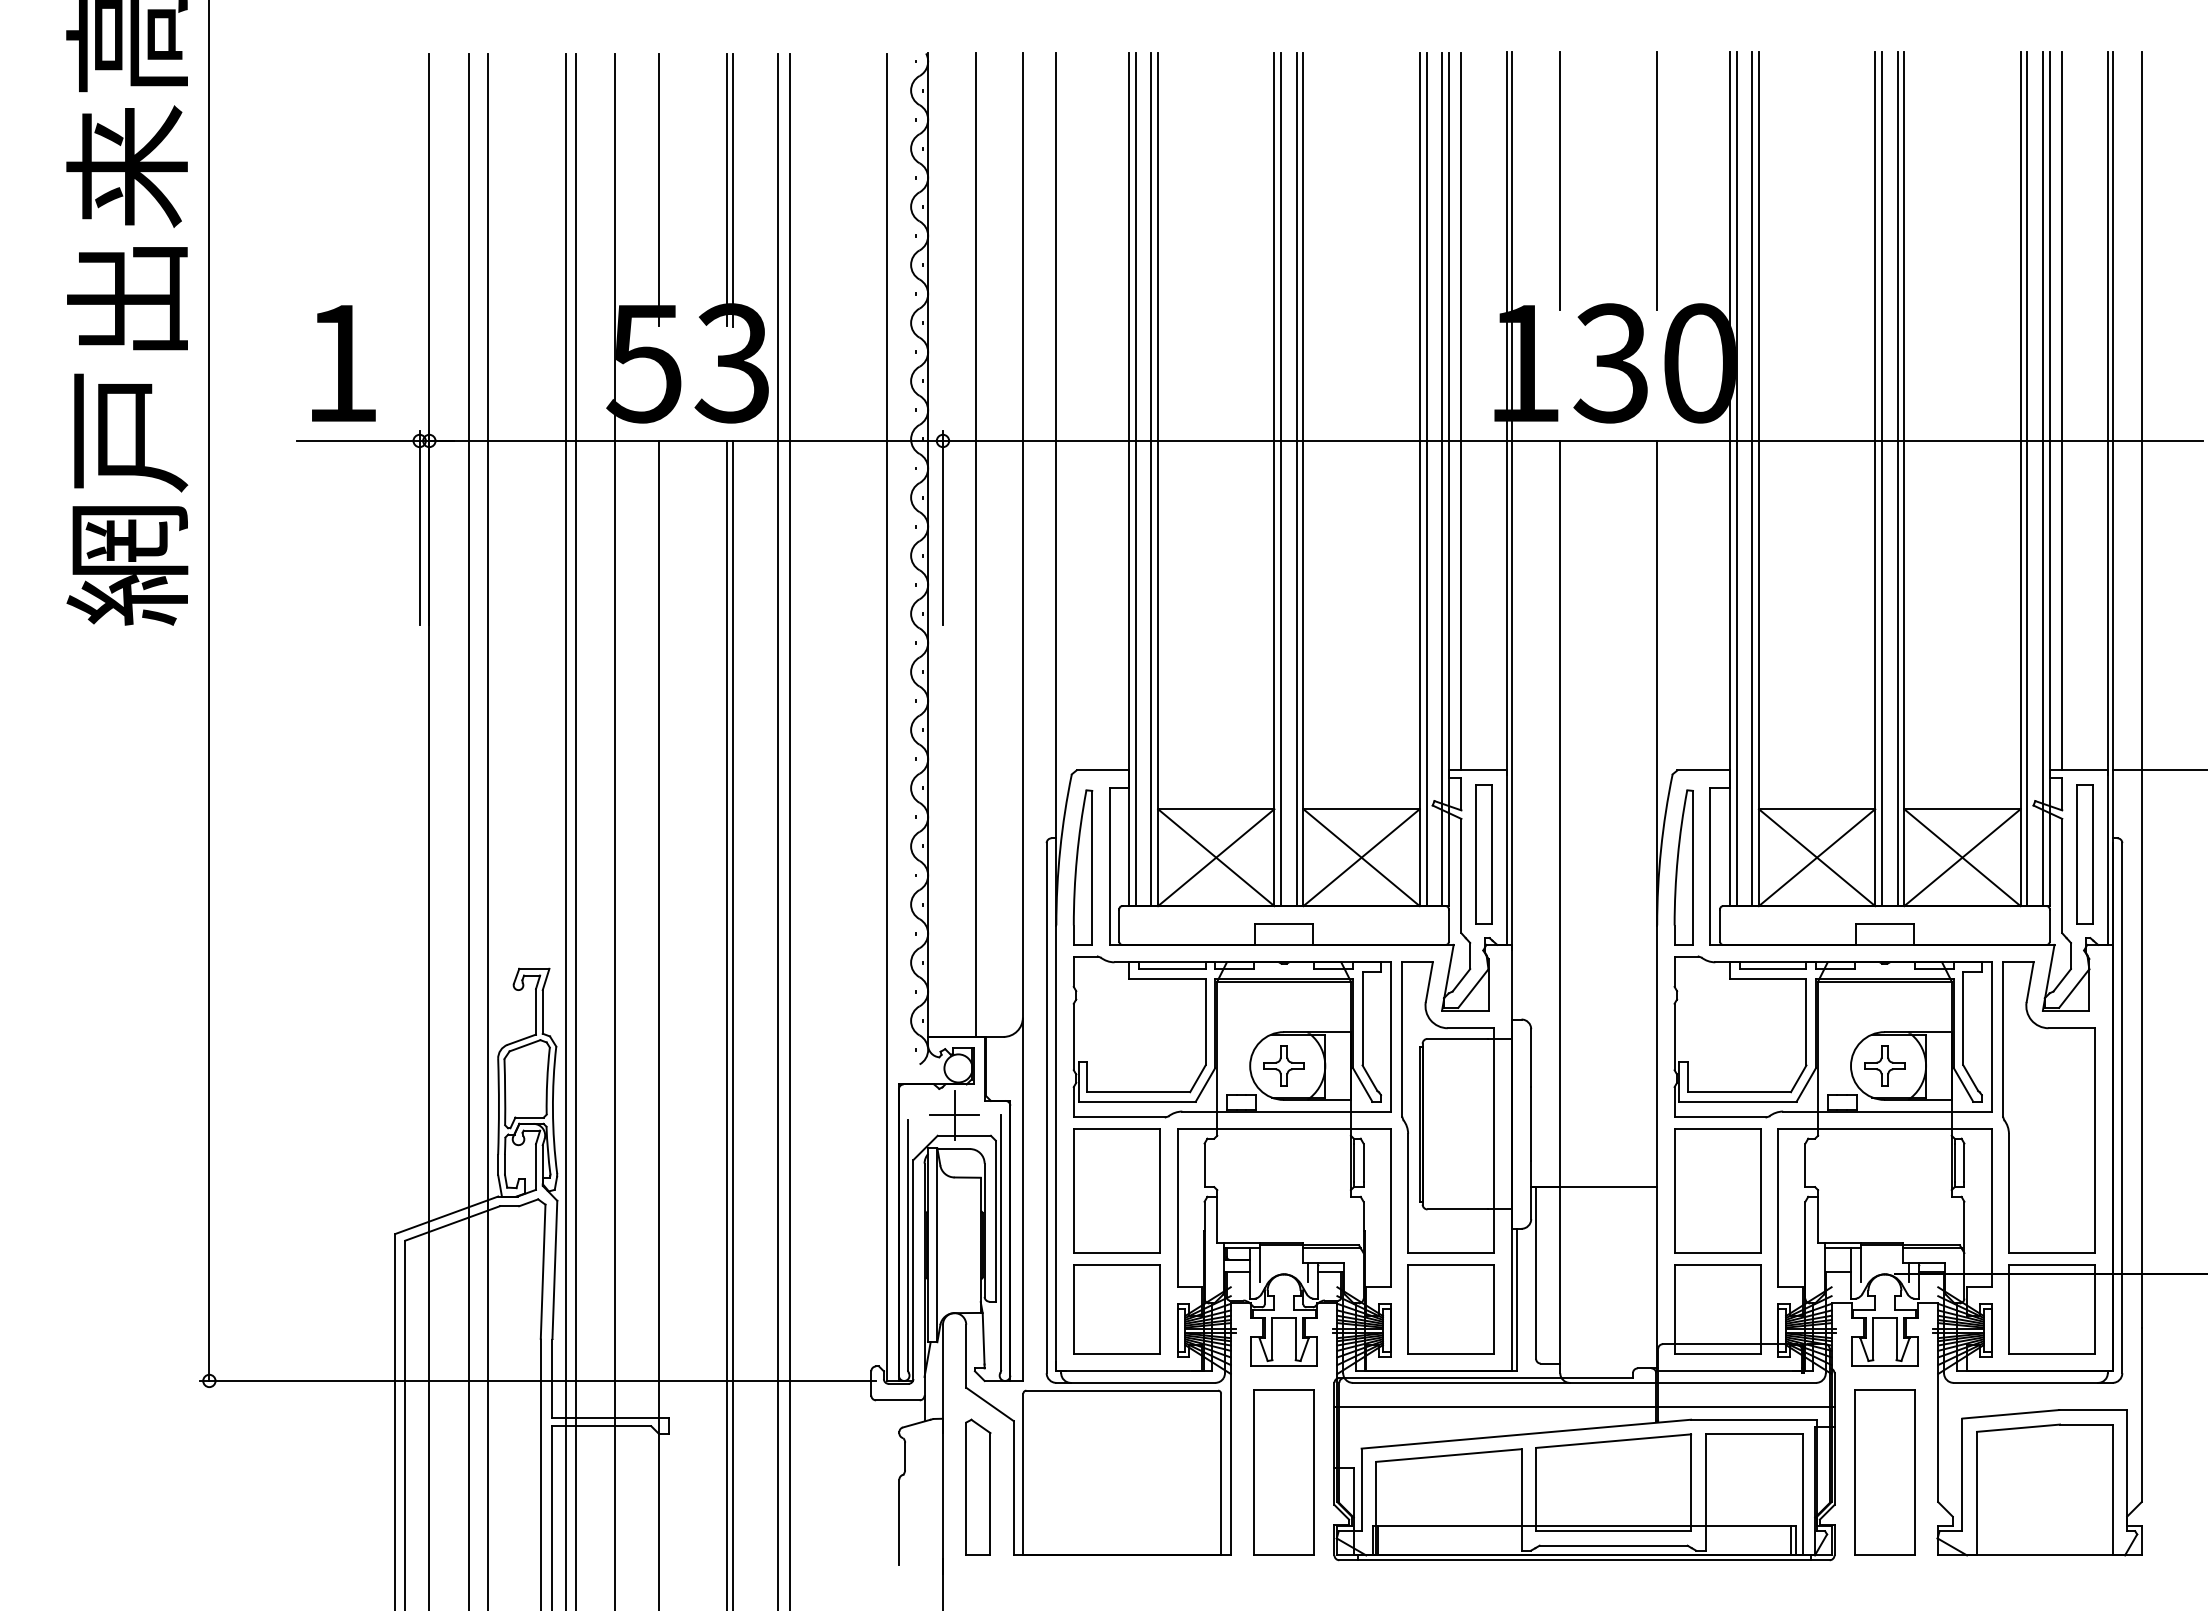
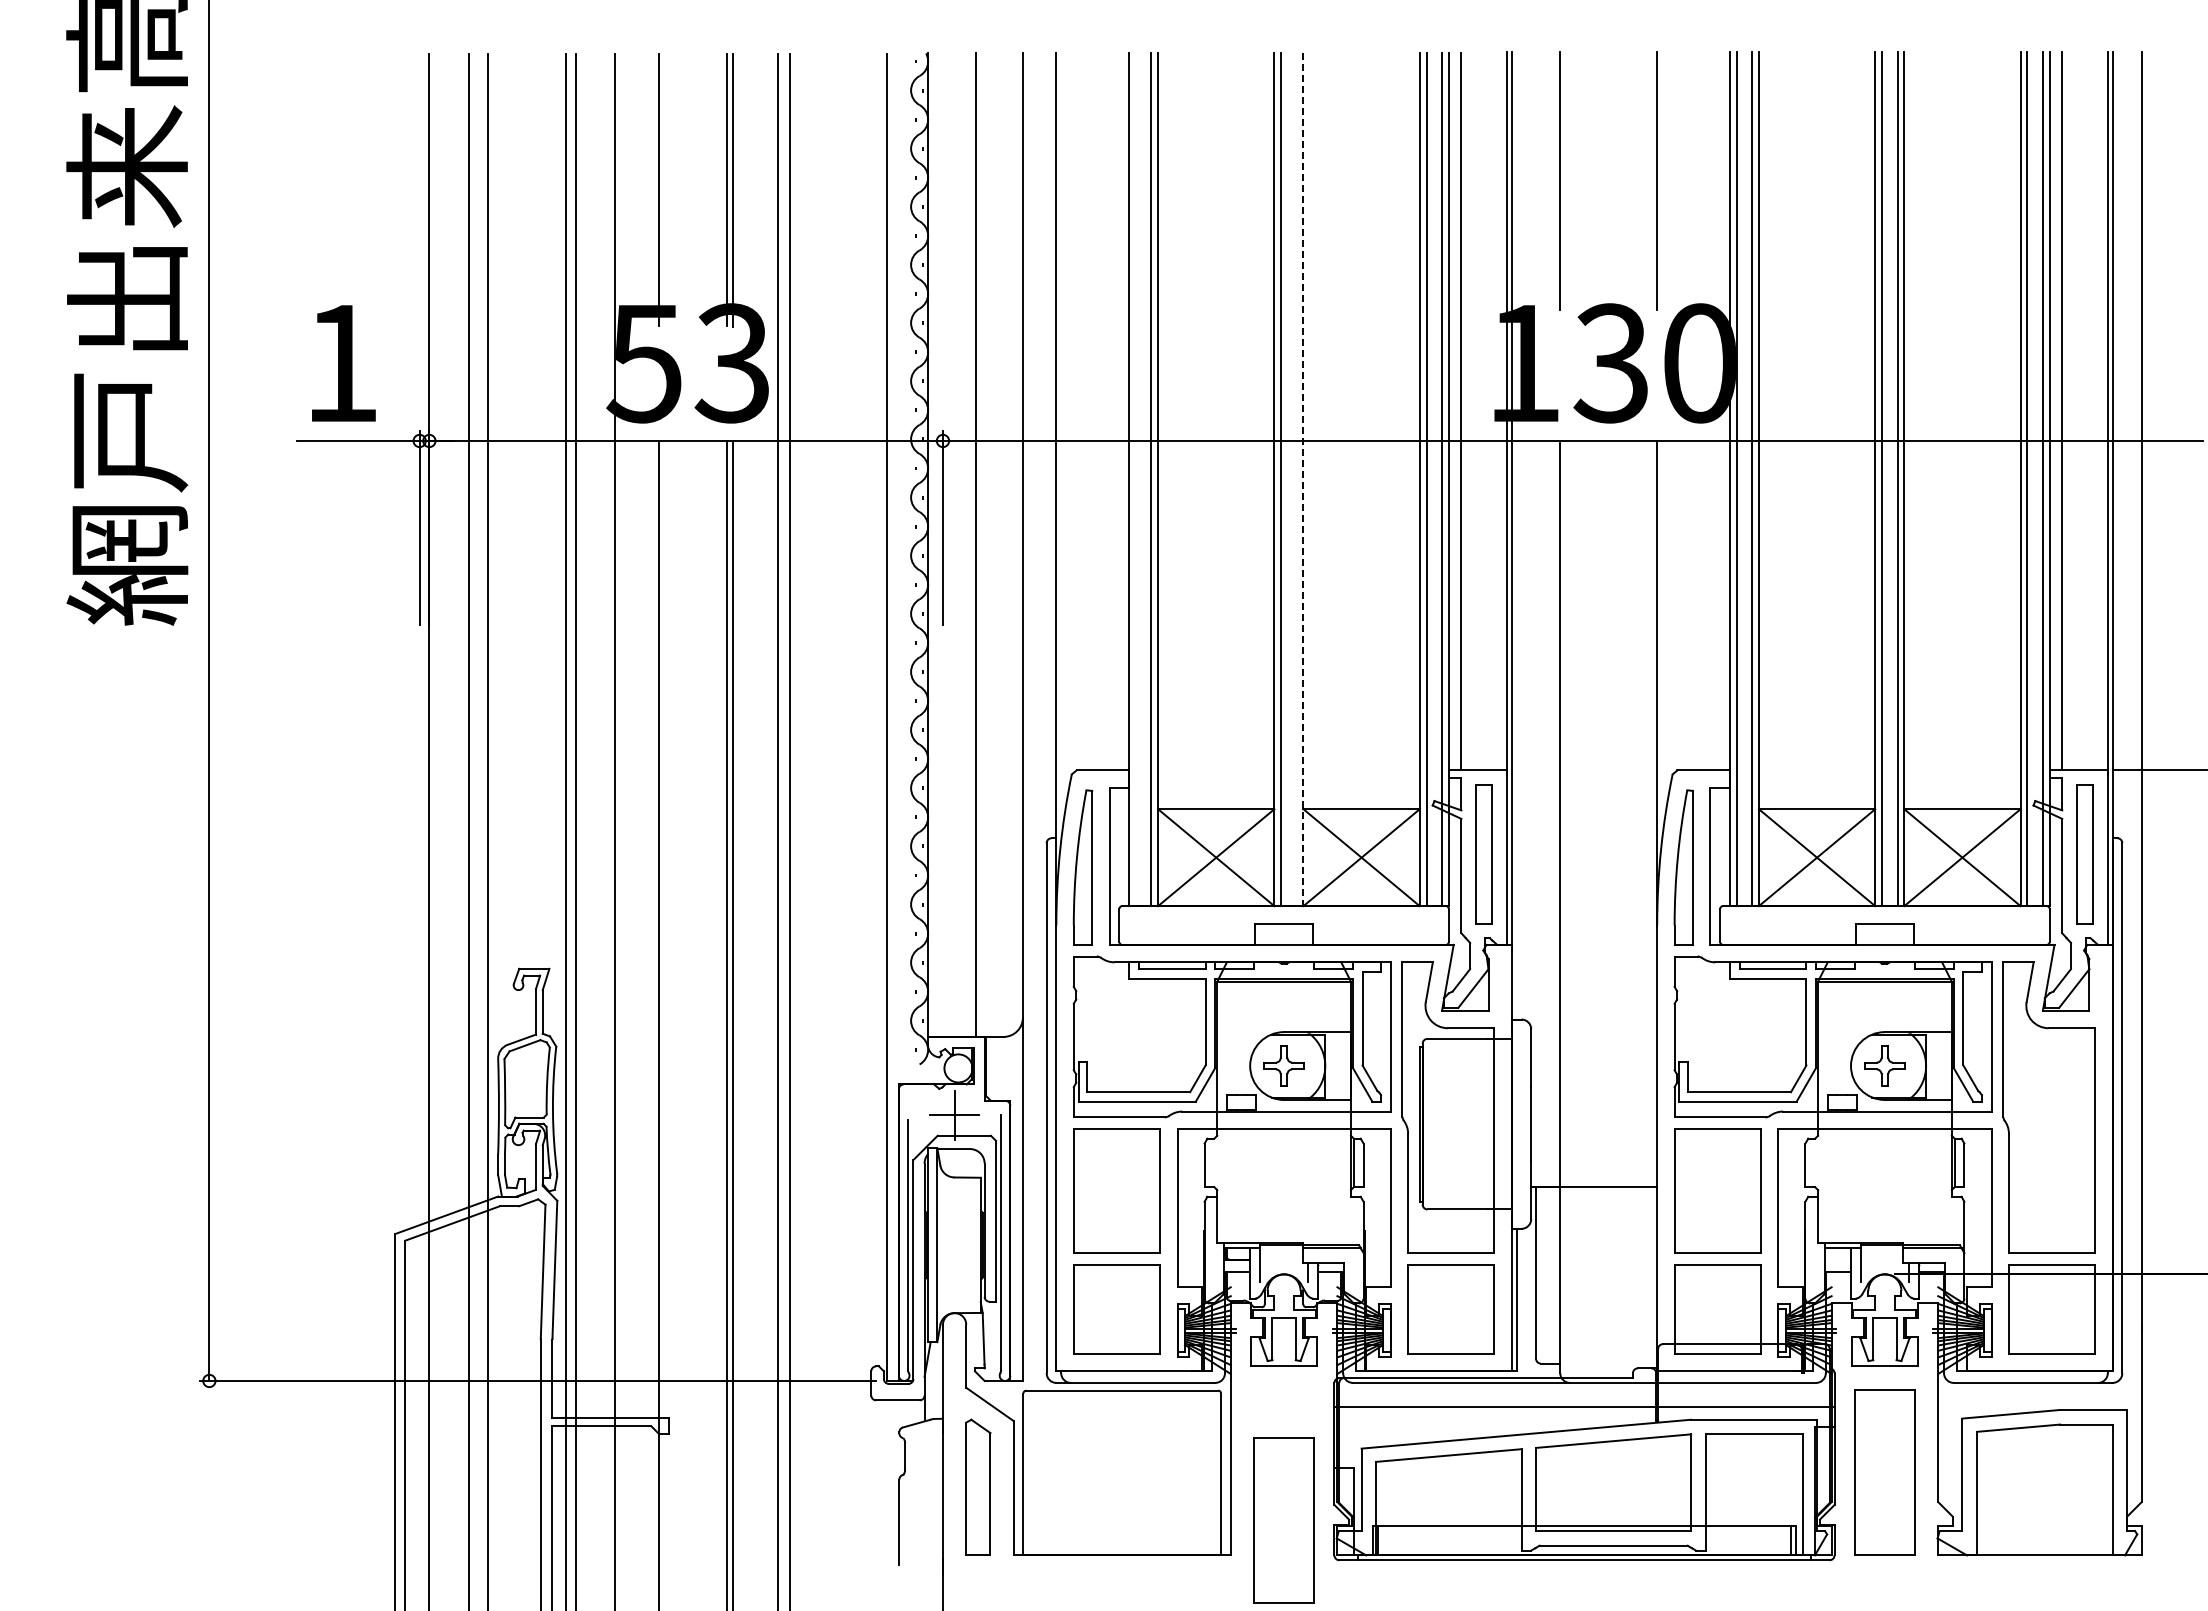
line at (1135, 479): present -> none
line at (1296, 479): present -> none
line at (1303, 479): solid -> dashed
part at (1283, 1472) position: (1283, 1472) -> (1283, 1520)
